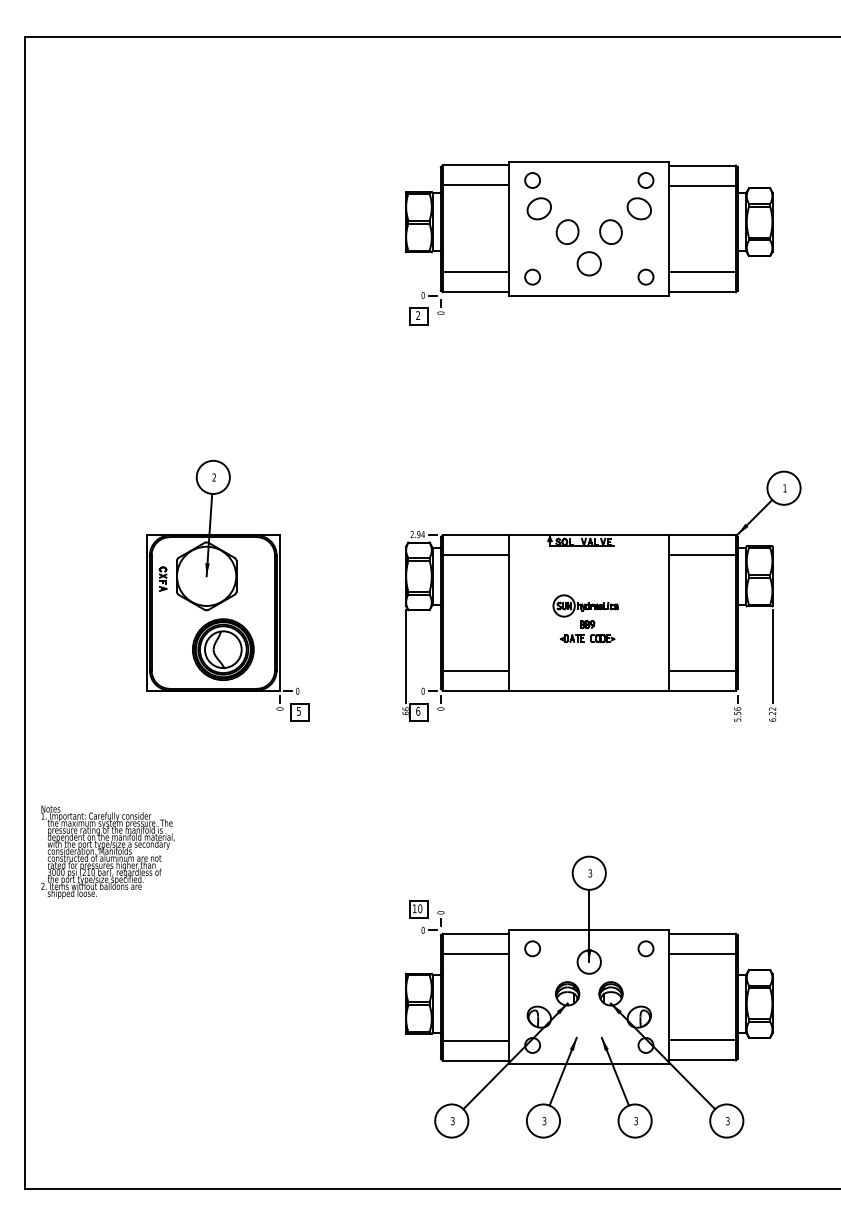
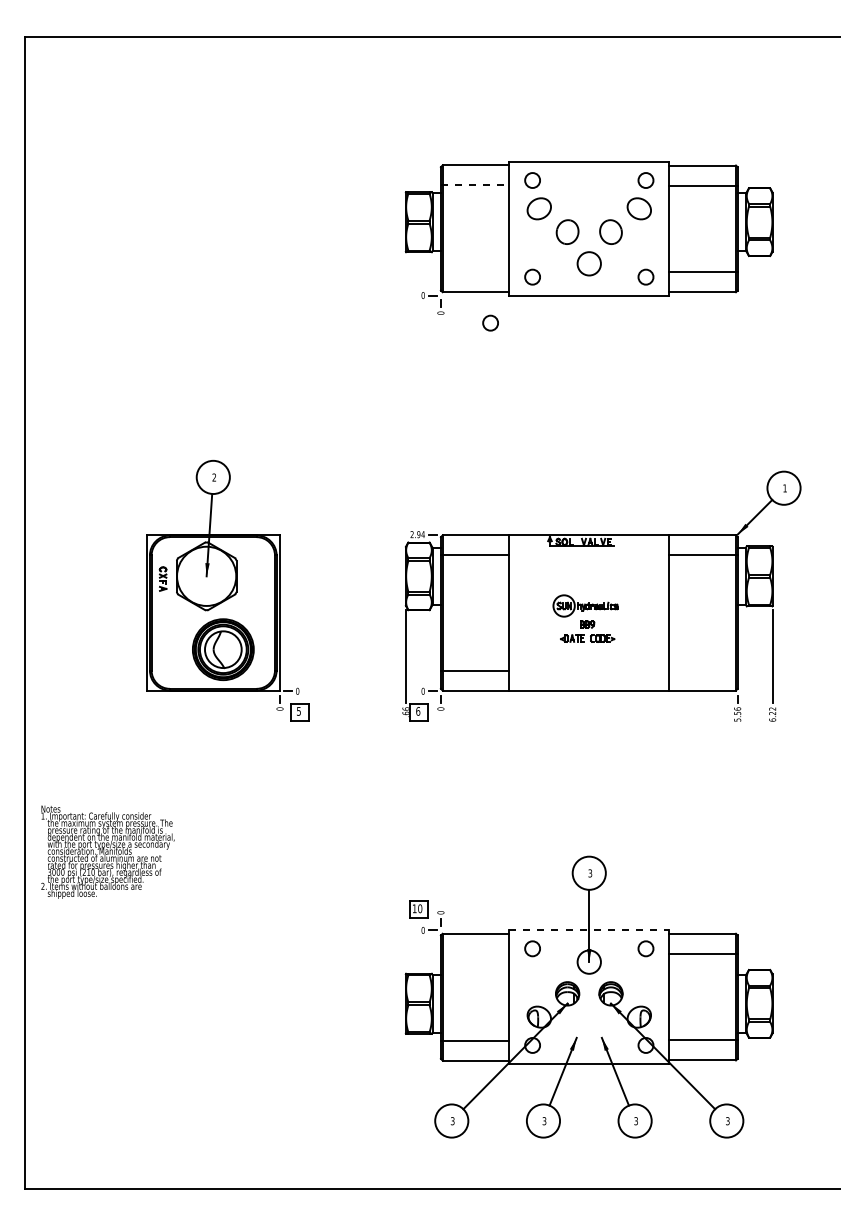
line at (475, 185): solid -> dashed
line at (474, 272): present -> none
part at (418, 316): present -> none
circle at (490, 322): none -> present
line at (703, 670): present -> none
line at (589, 930): solid -> dashed
line at (474, 953): present -> none
